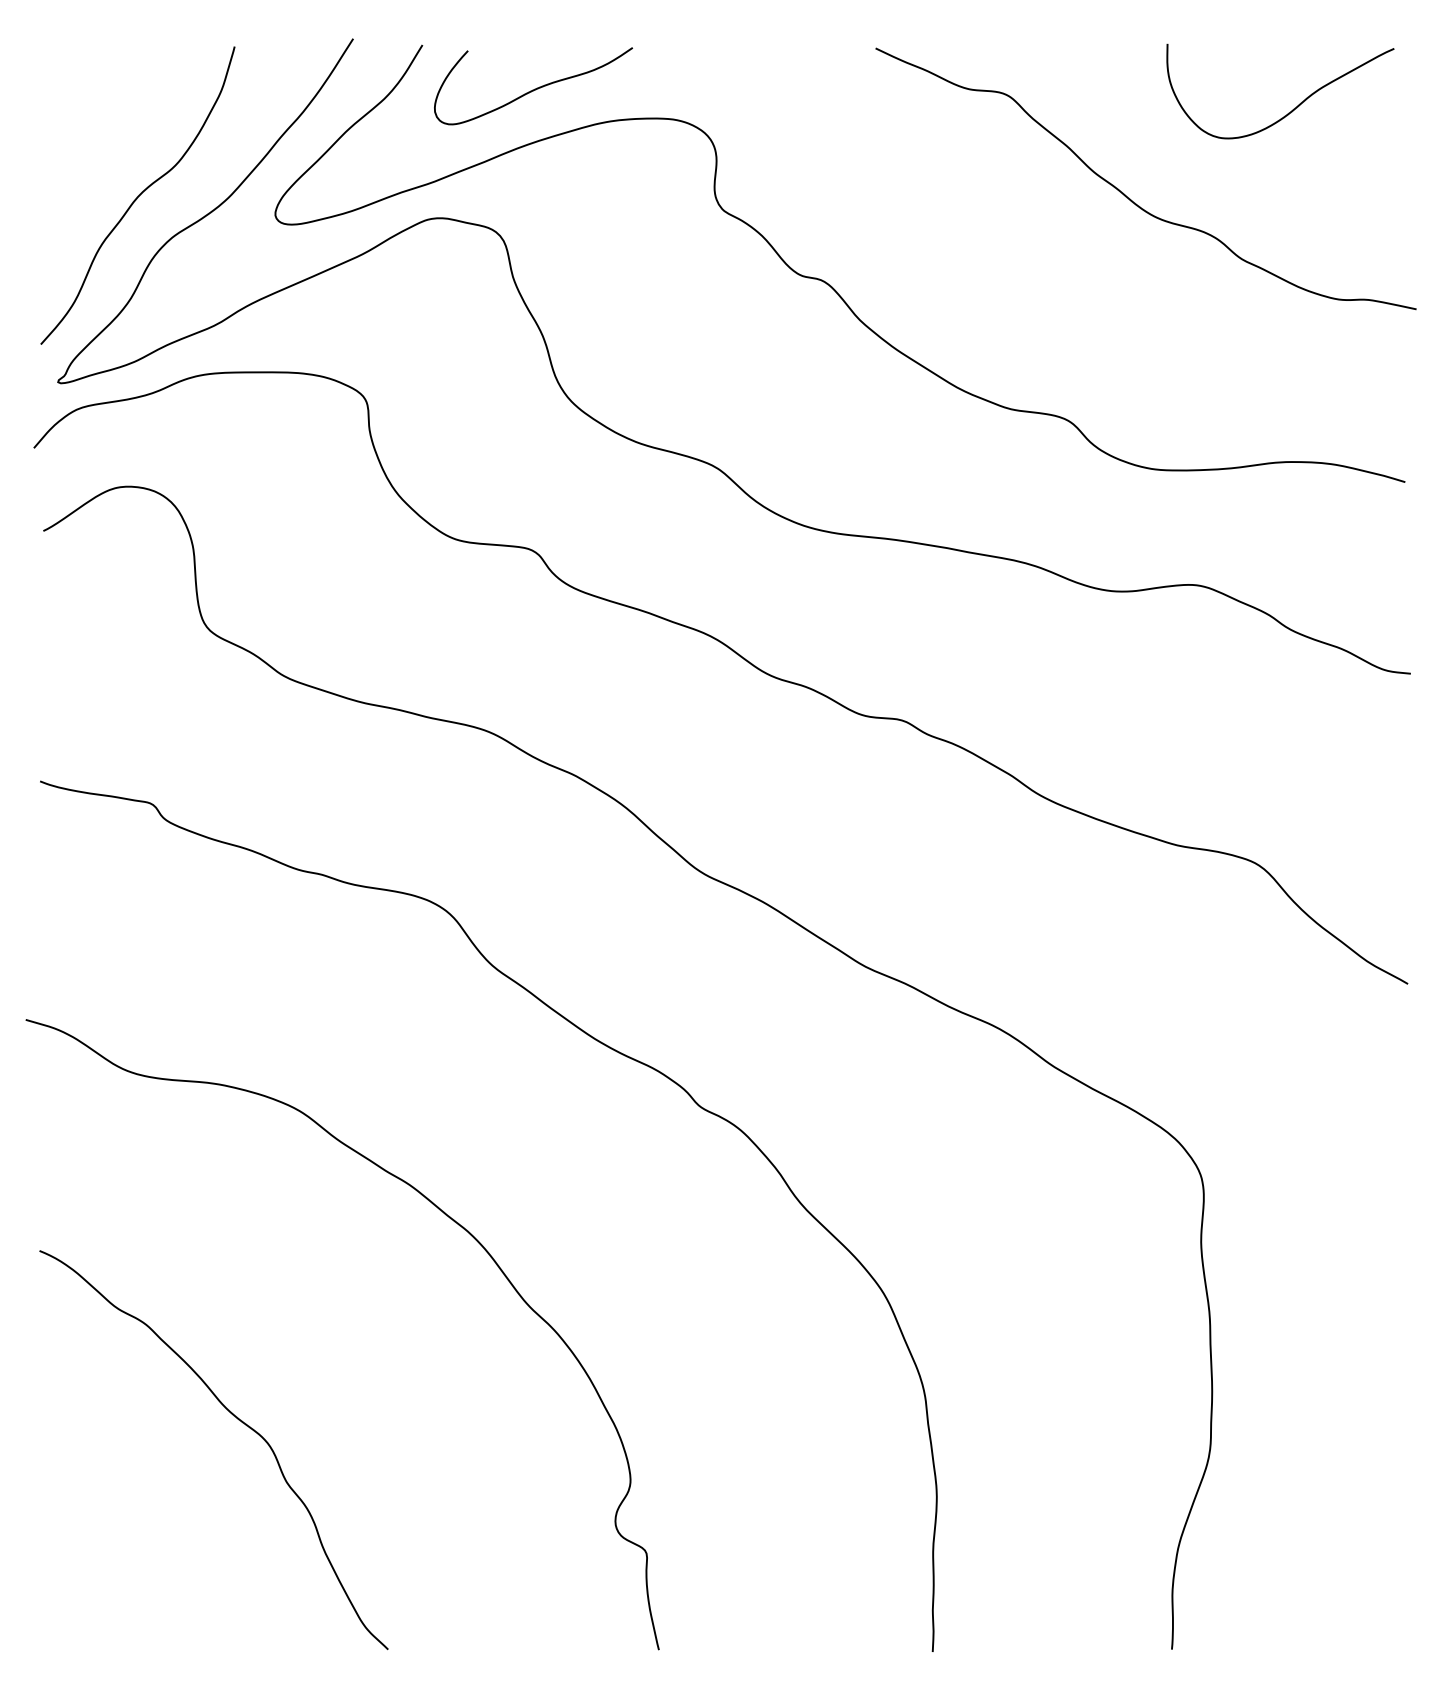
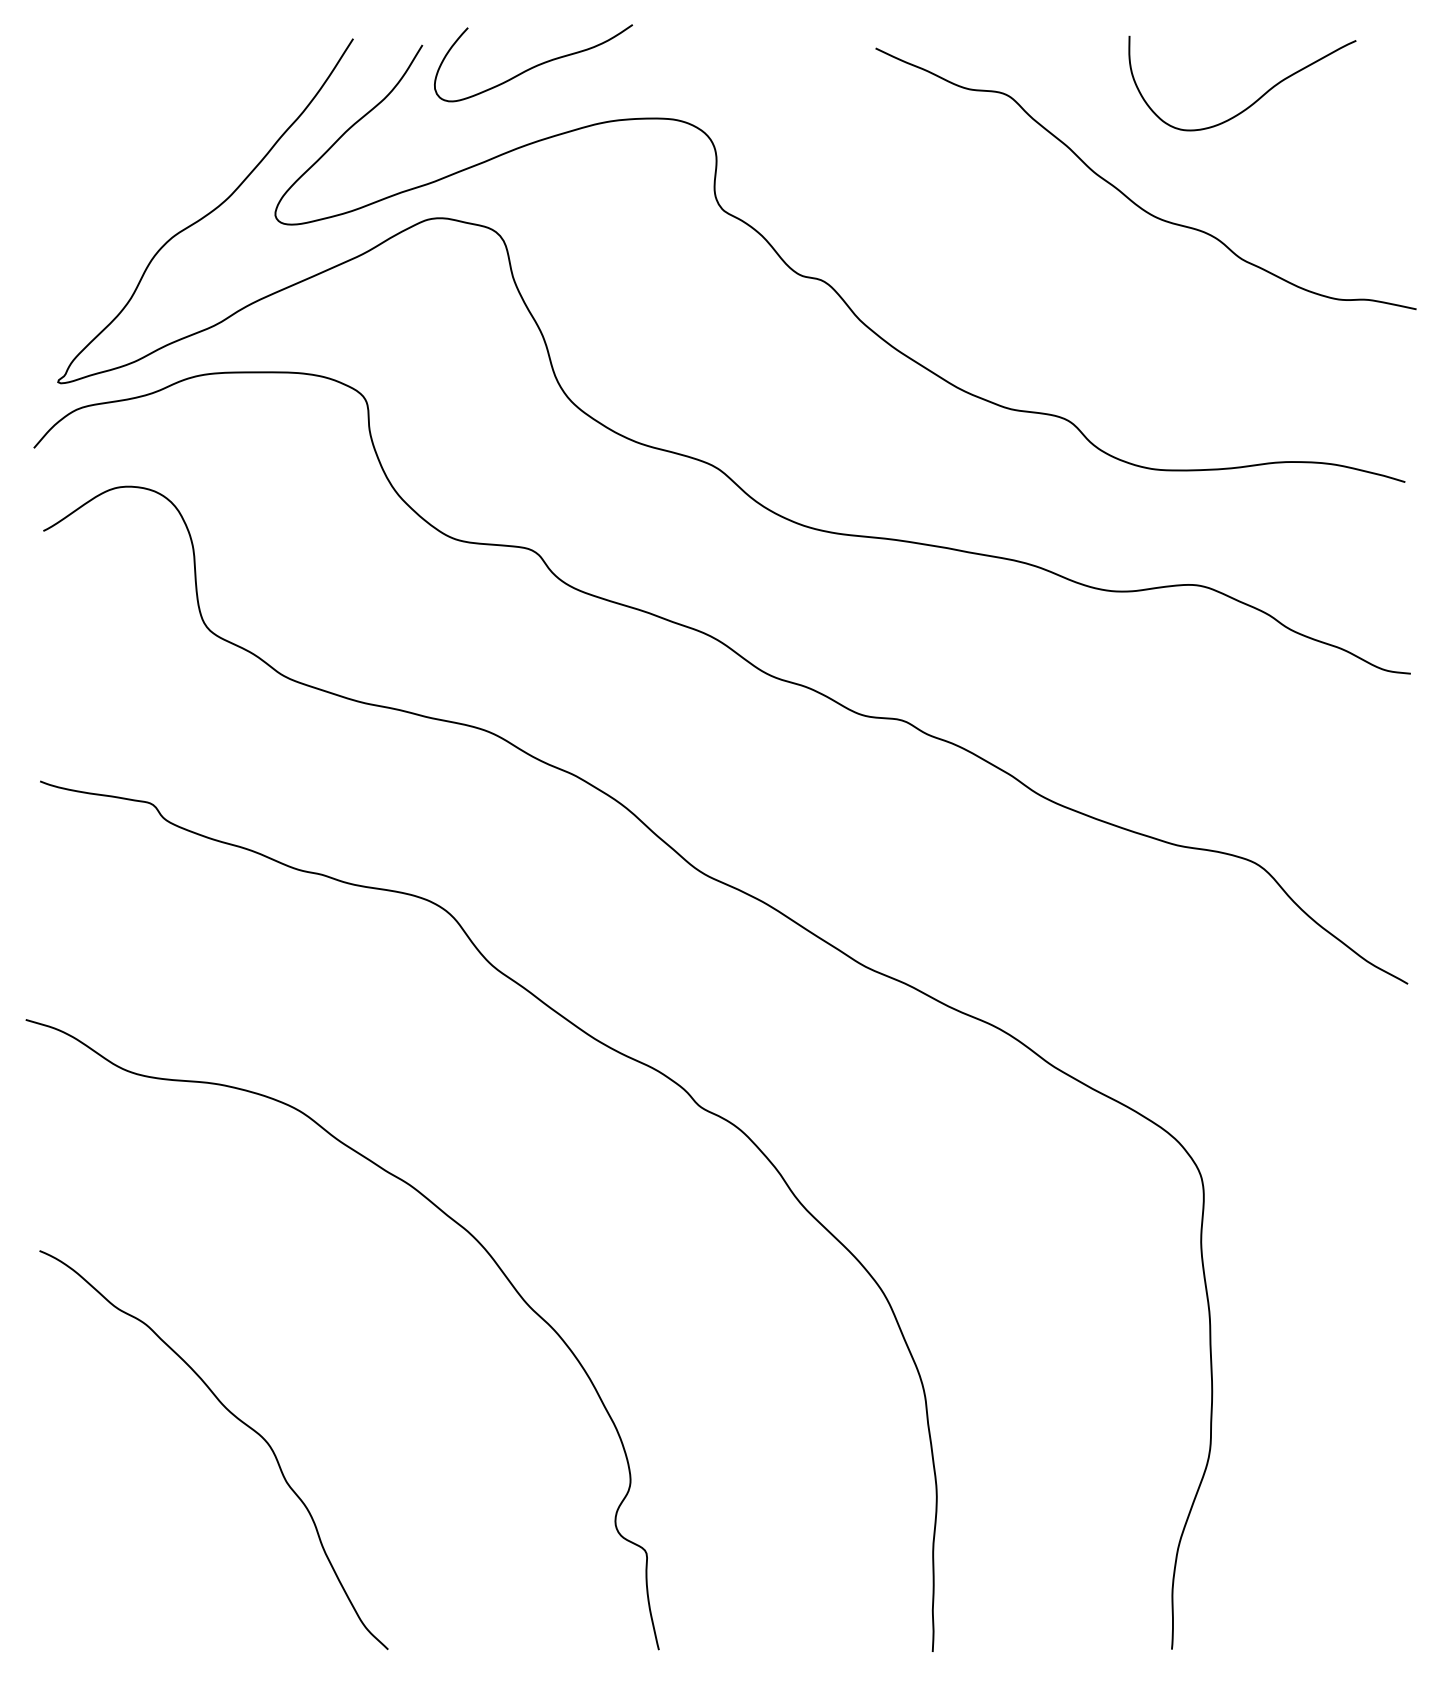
curve at (534, 88) position: (534, 88) -> (534, 65)
curve at (1293, 108) position: (1293, 108) -> (1255, 100)
curve at (138, 195): present -> none
